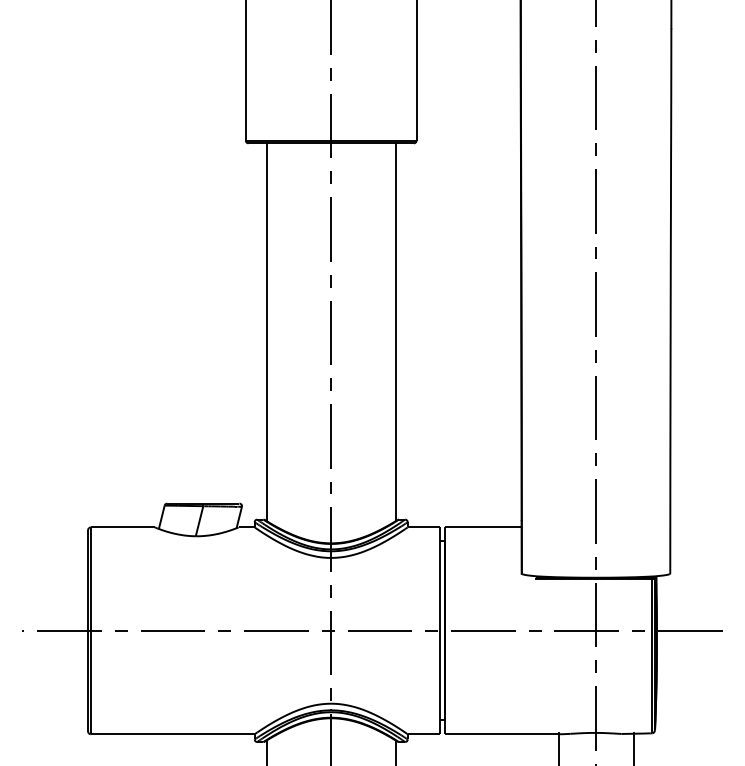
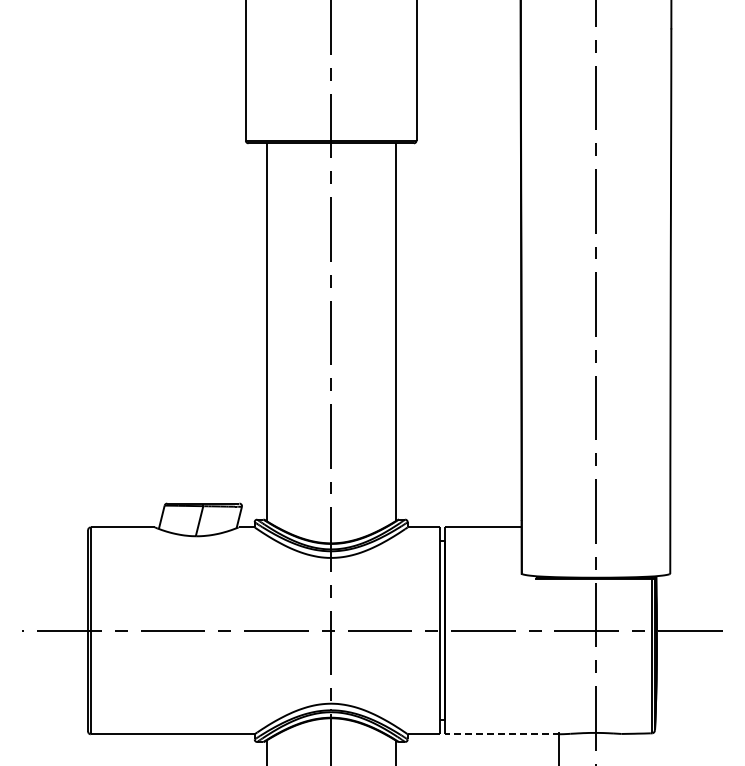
line at (502, 734): solid -> dashed
line at (633, 747): present -> none
